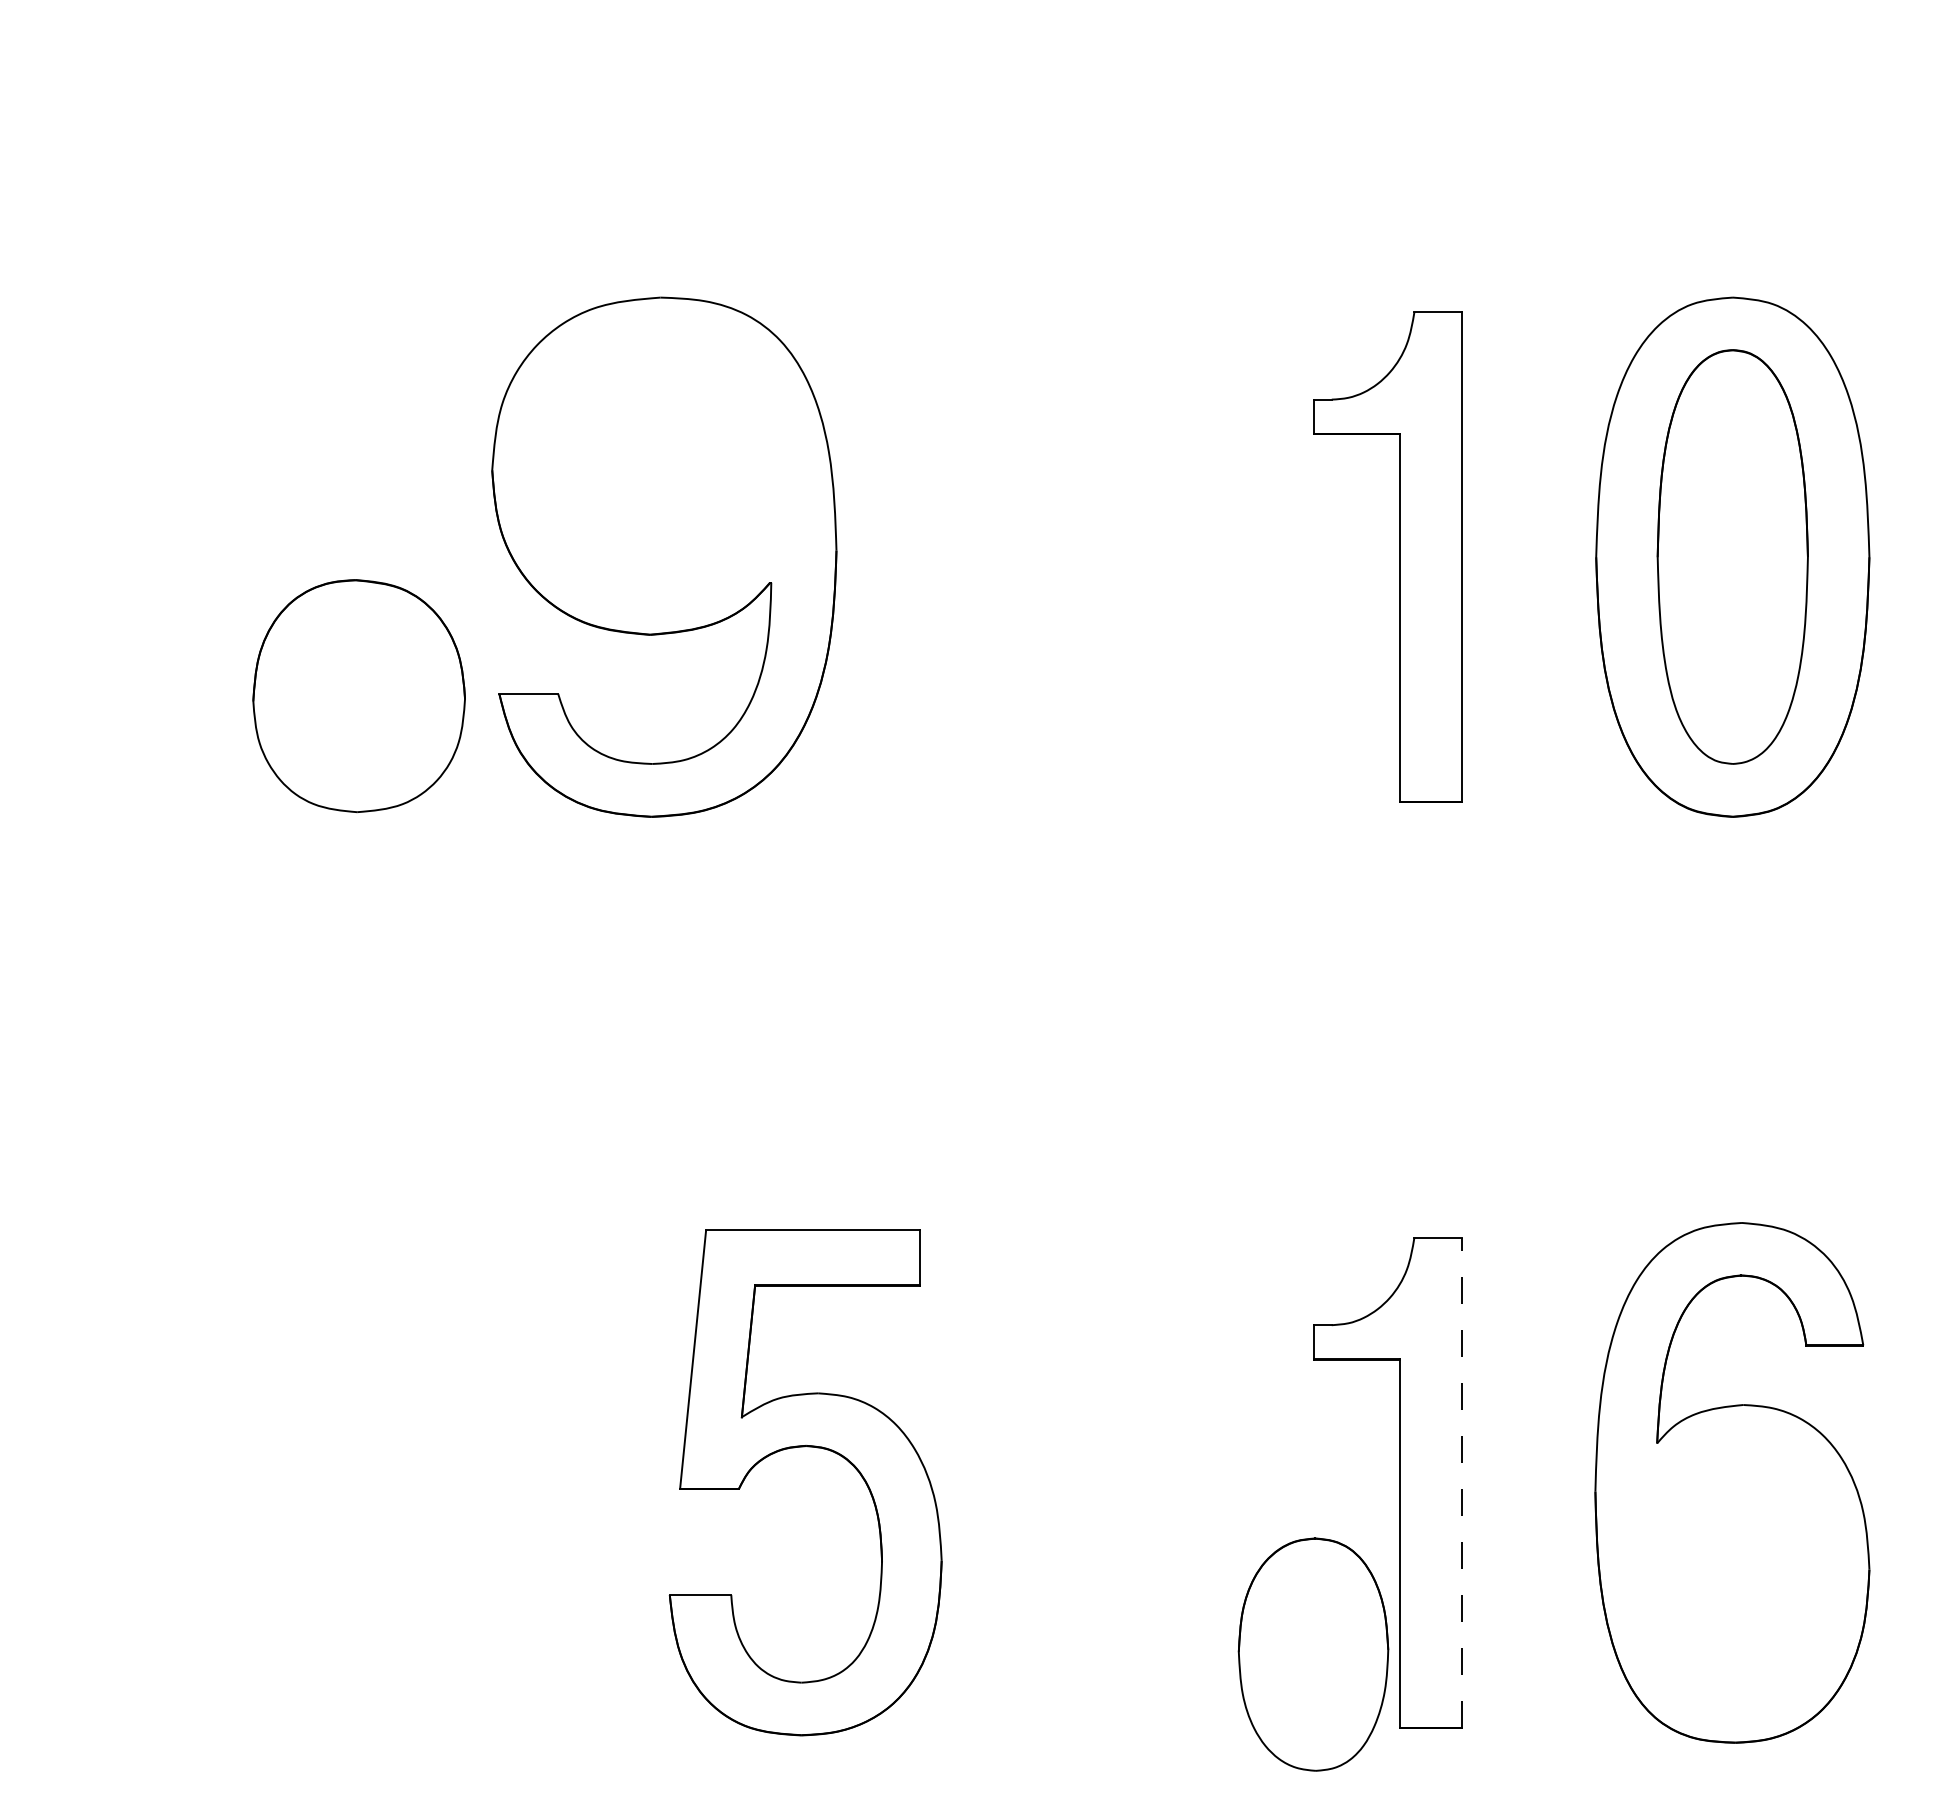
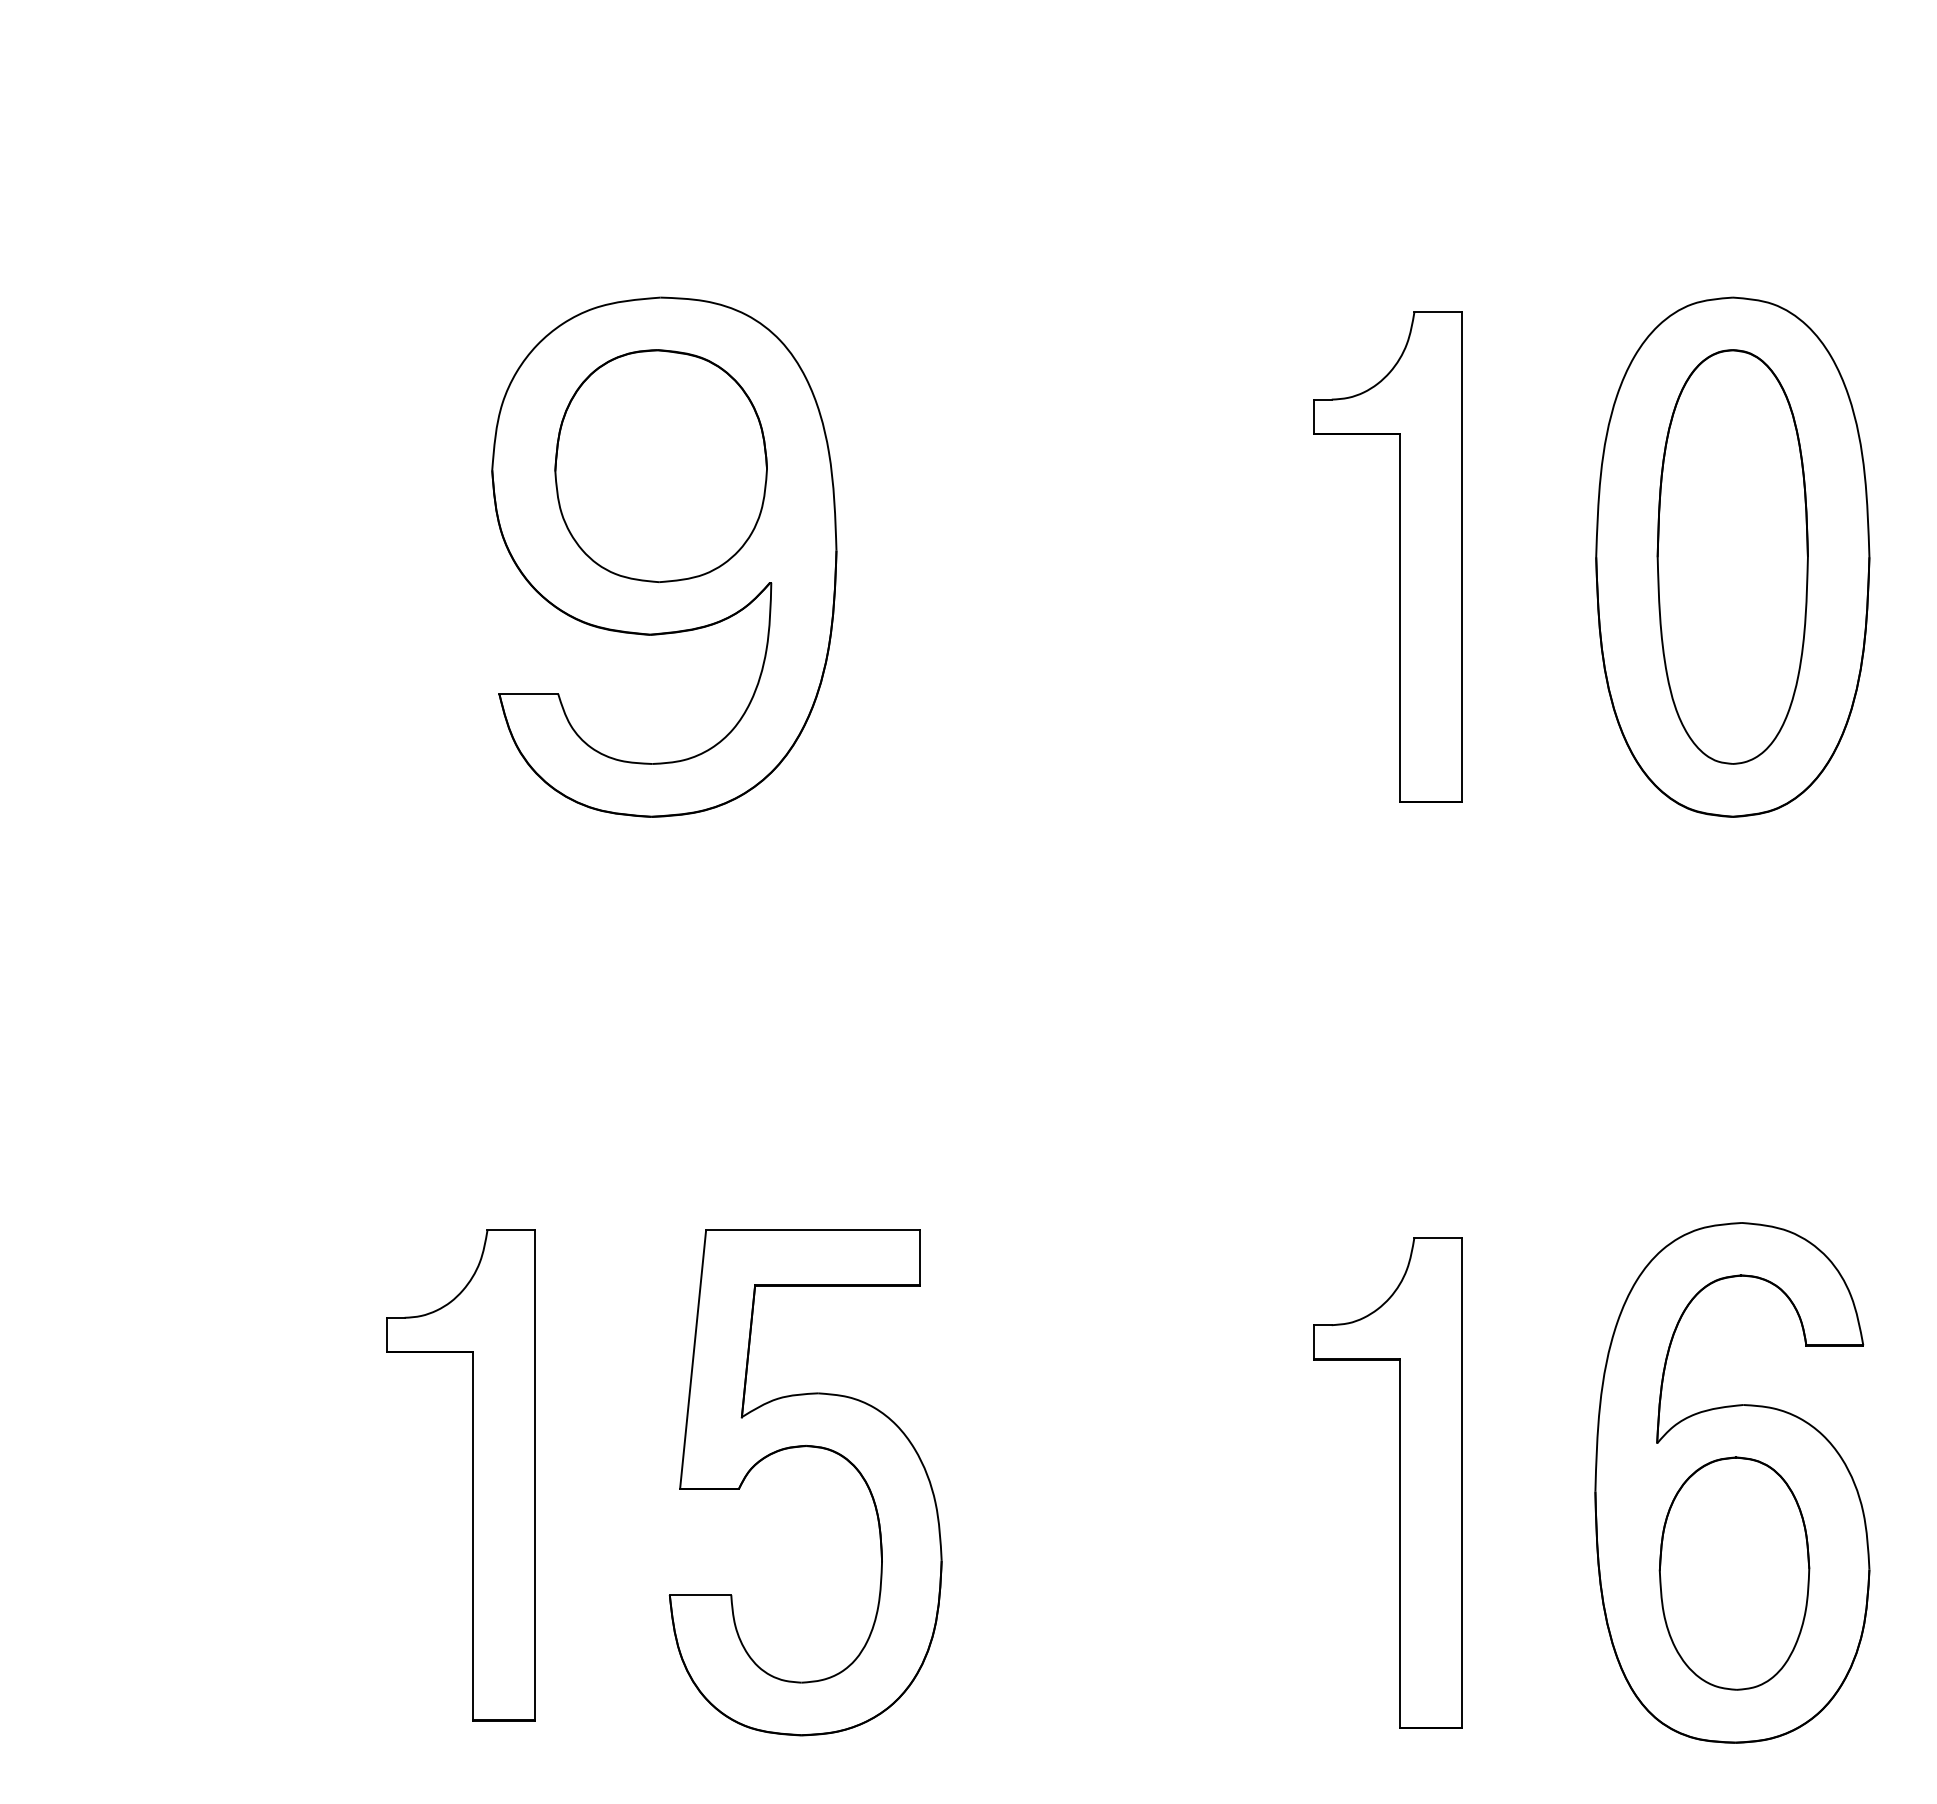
part at (358, 695) position: (358, 695) -> (660, 465)
part at (472, 1475): none -> present
line at (1462, 1482): dashed -> solid
part at (1313, 1654) position: (1313, 1654) -> (1734, 1573)
